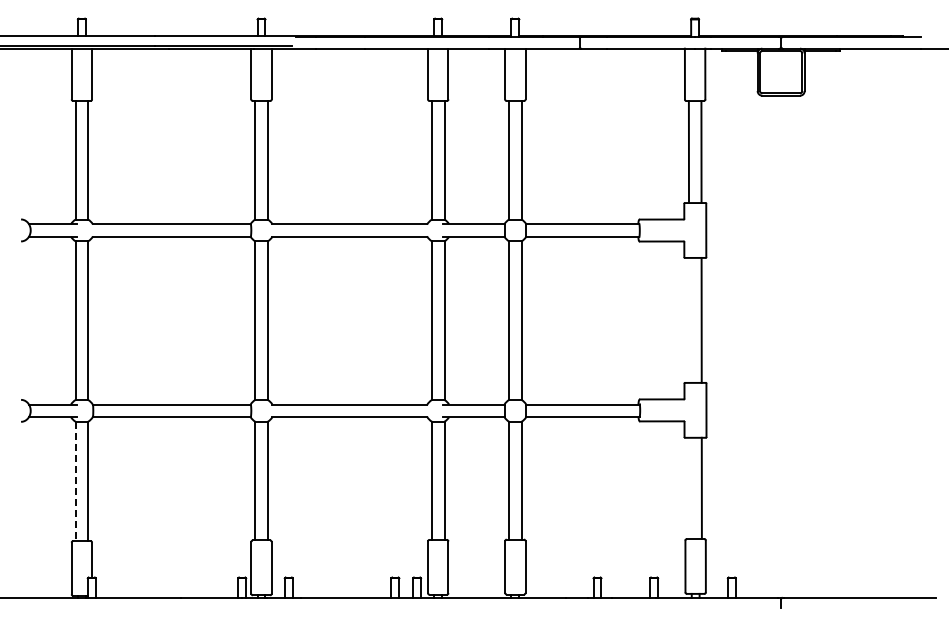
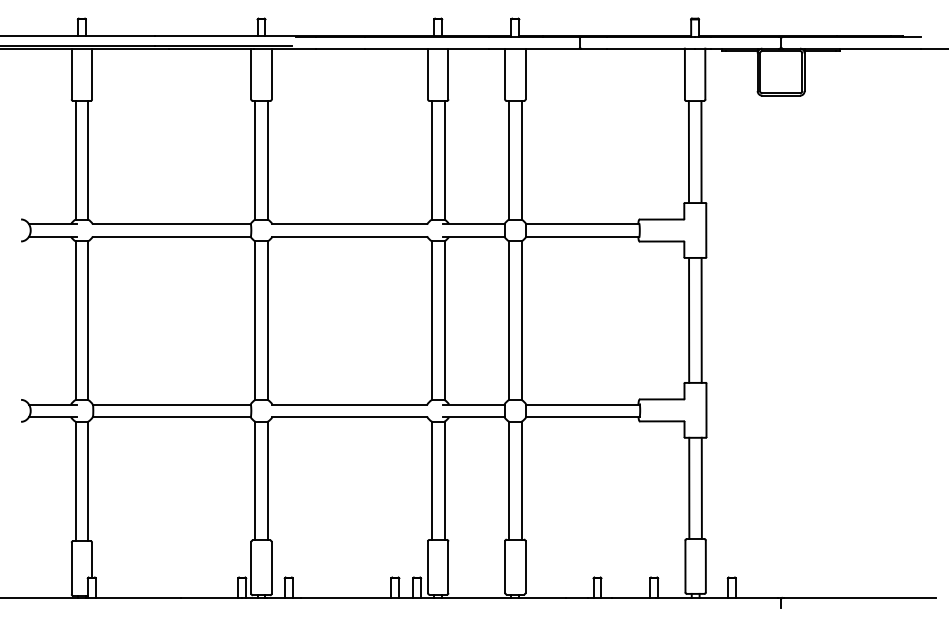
line at (689, 319): none -> present
line at (75, 481): dashed -> solid
line at (689, 488): none -> present
